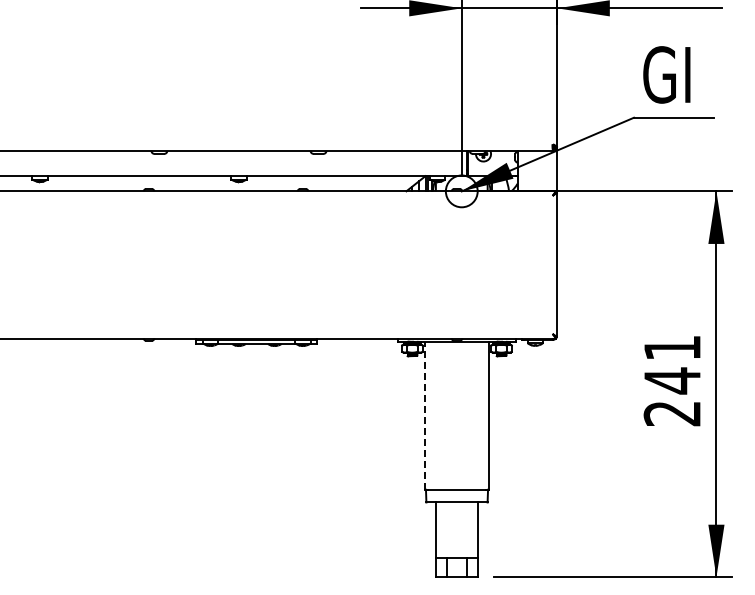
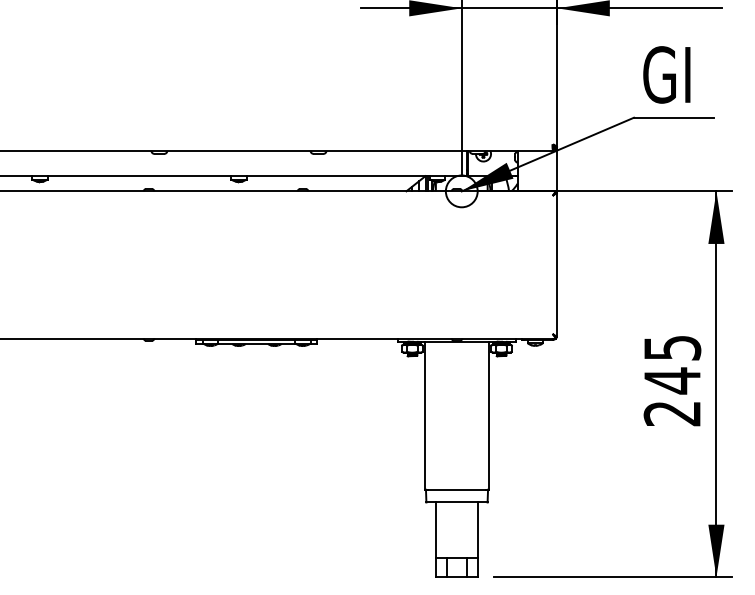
text at (672, 348): 241 -> 245
line at (425, 415): dashed -> solid
